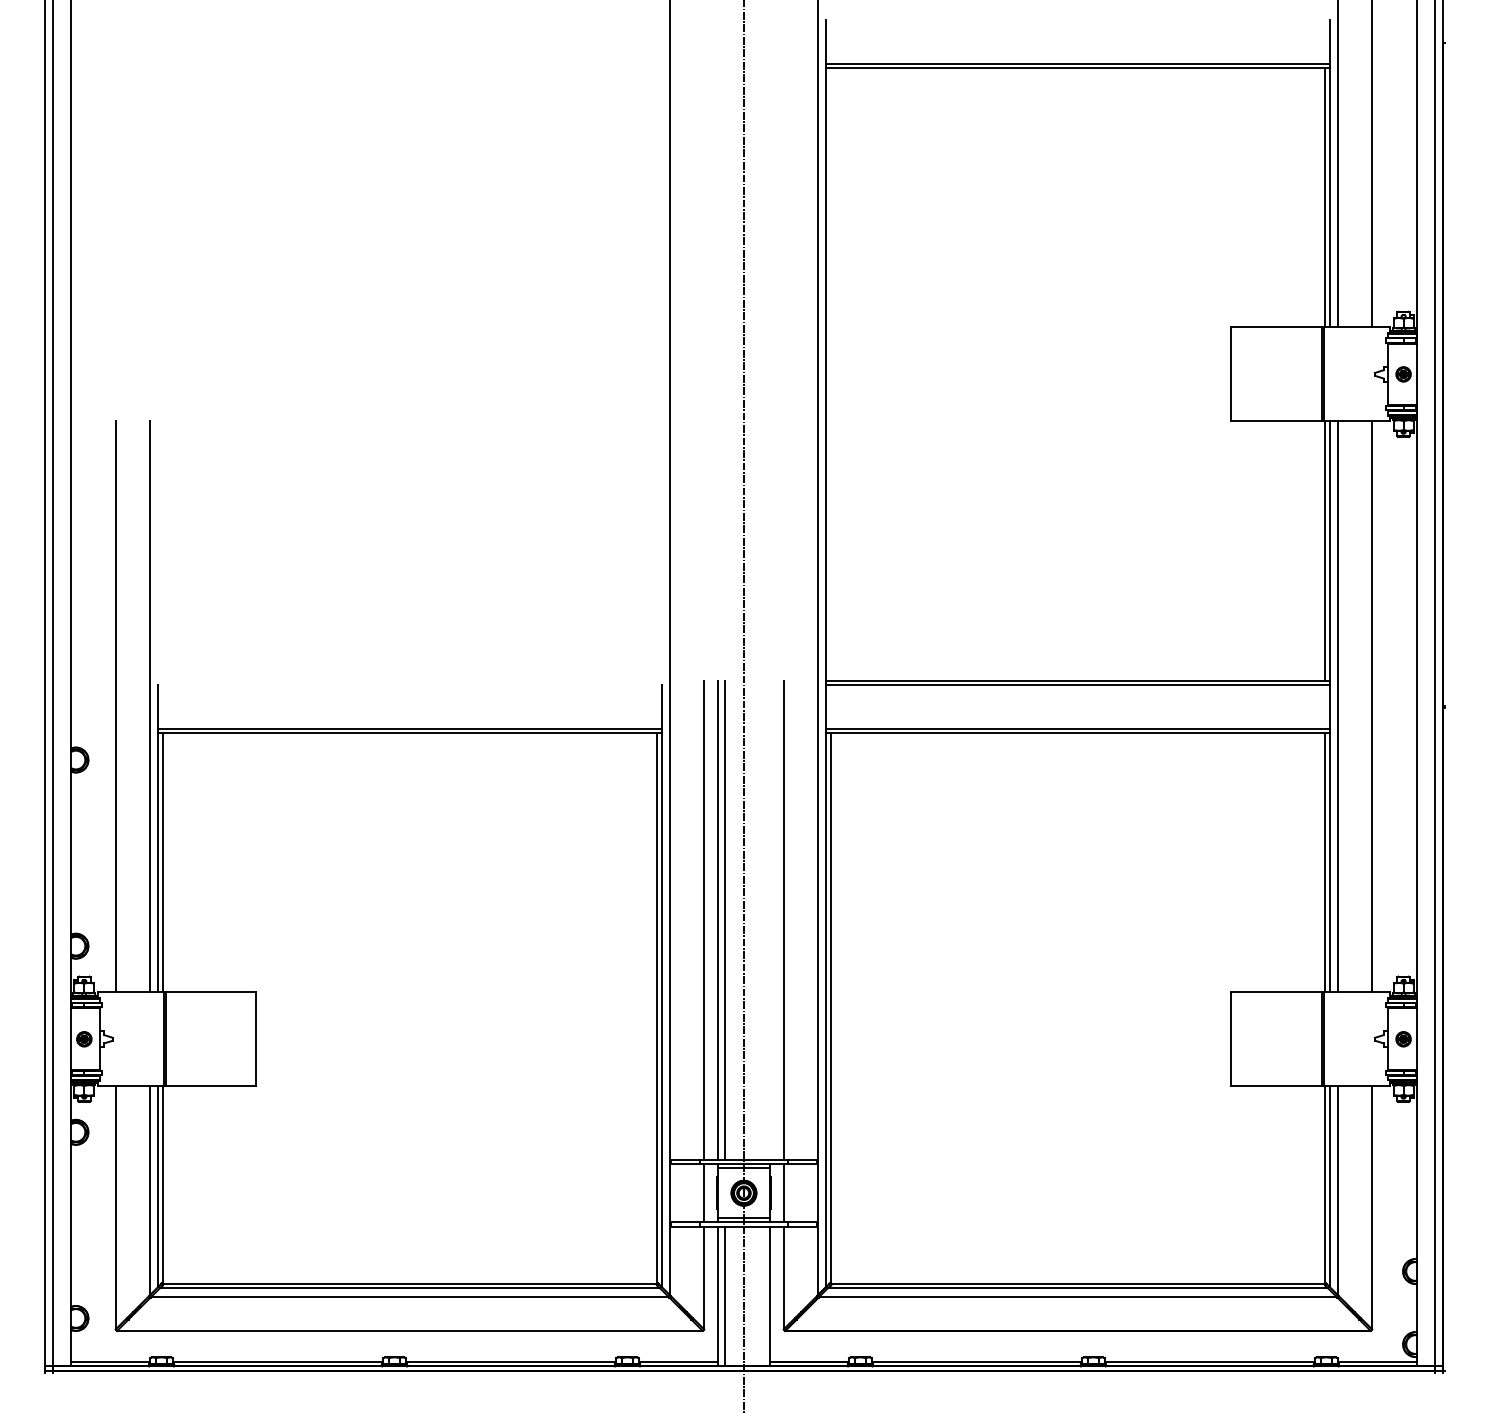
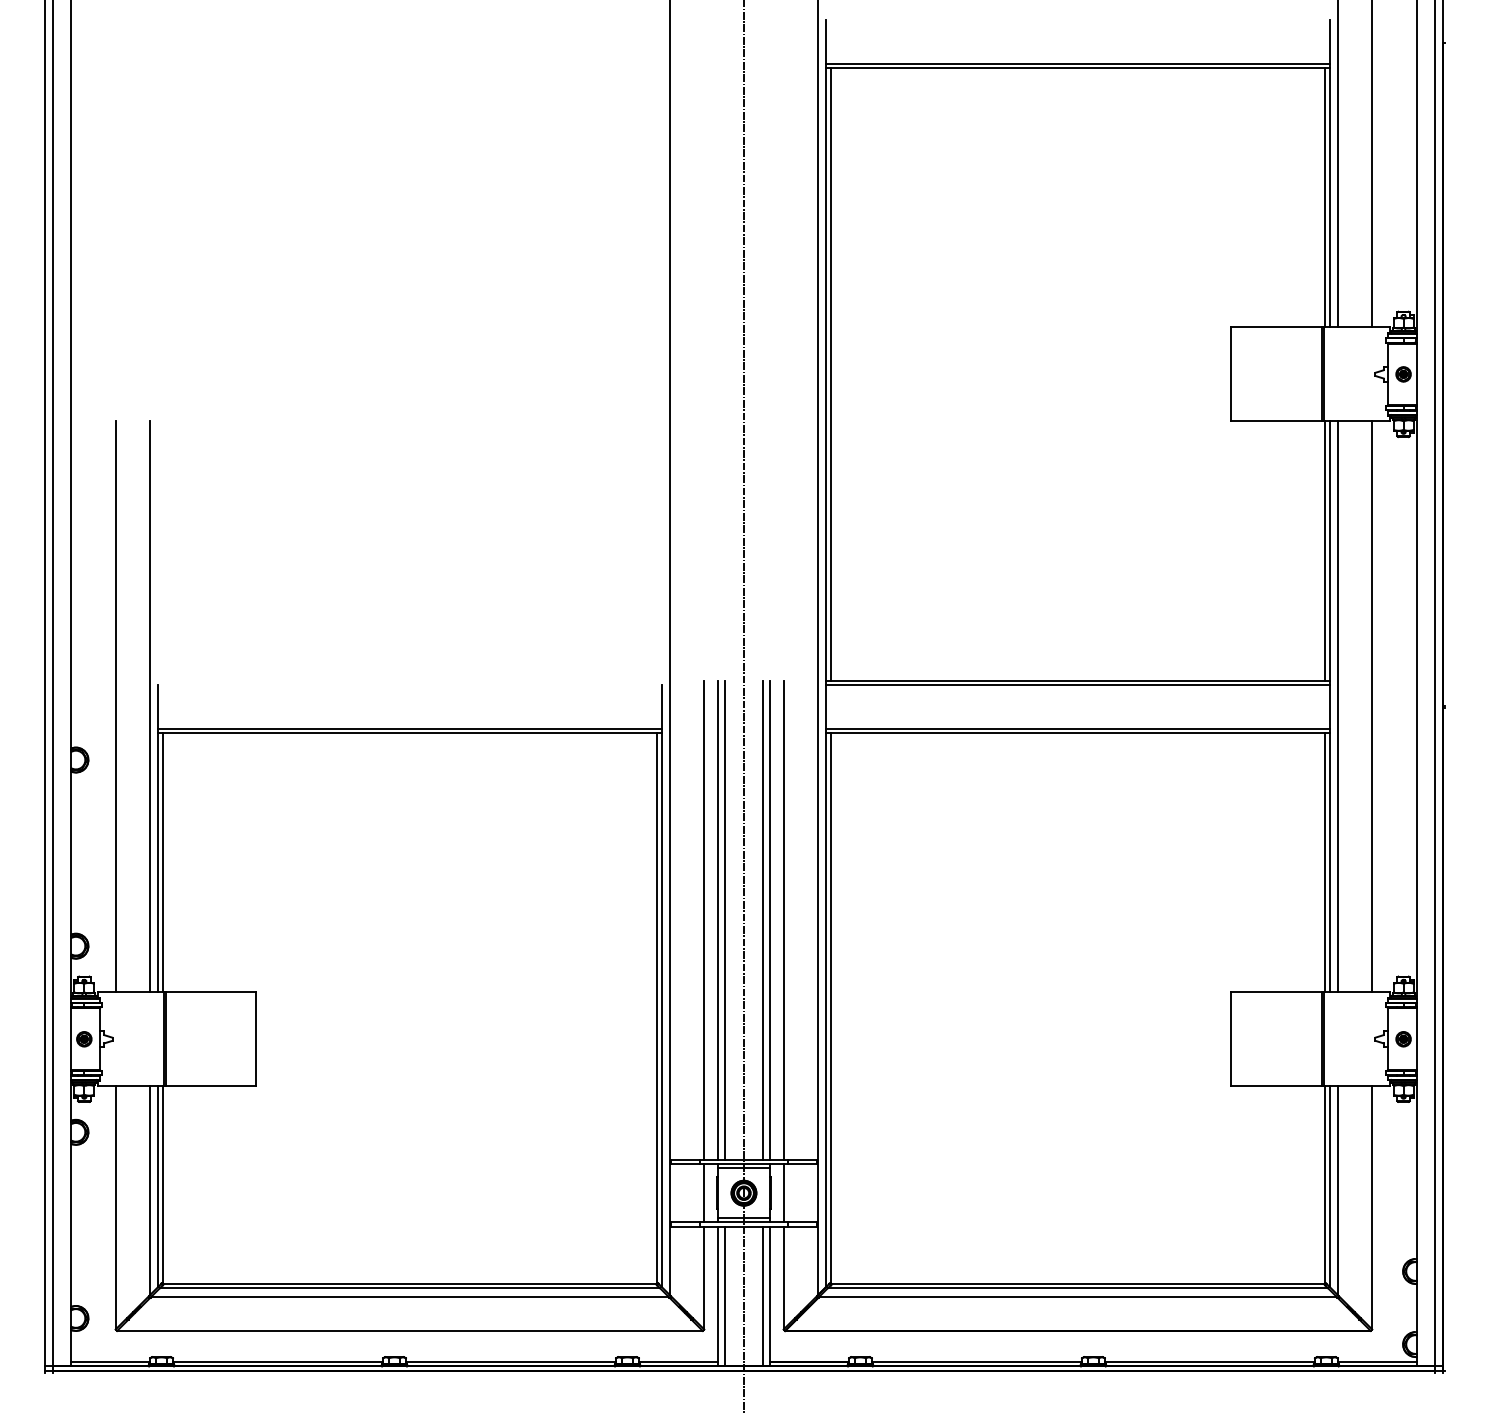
line at (830, 374): none -> present
line at (762, 919): none -> present
line at (770, 919): none -> present
line at (762, 1296): none -> present
